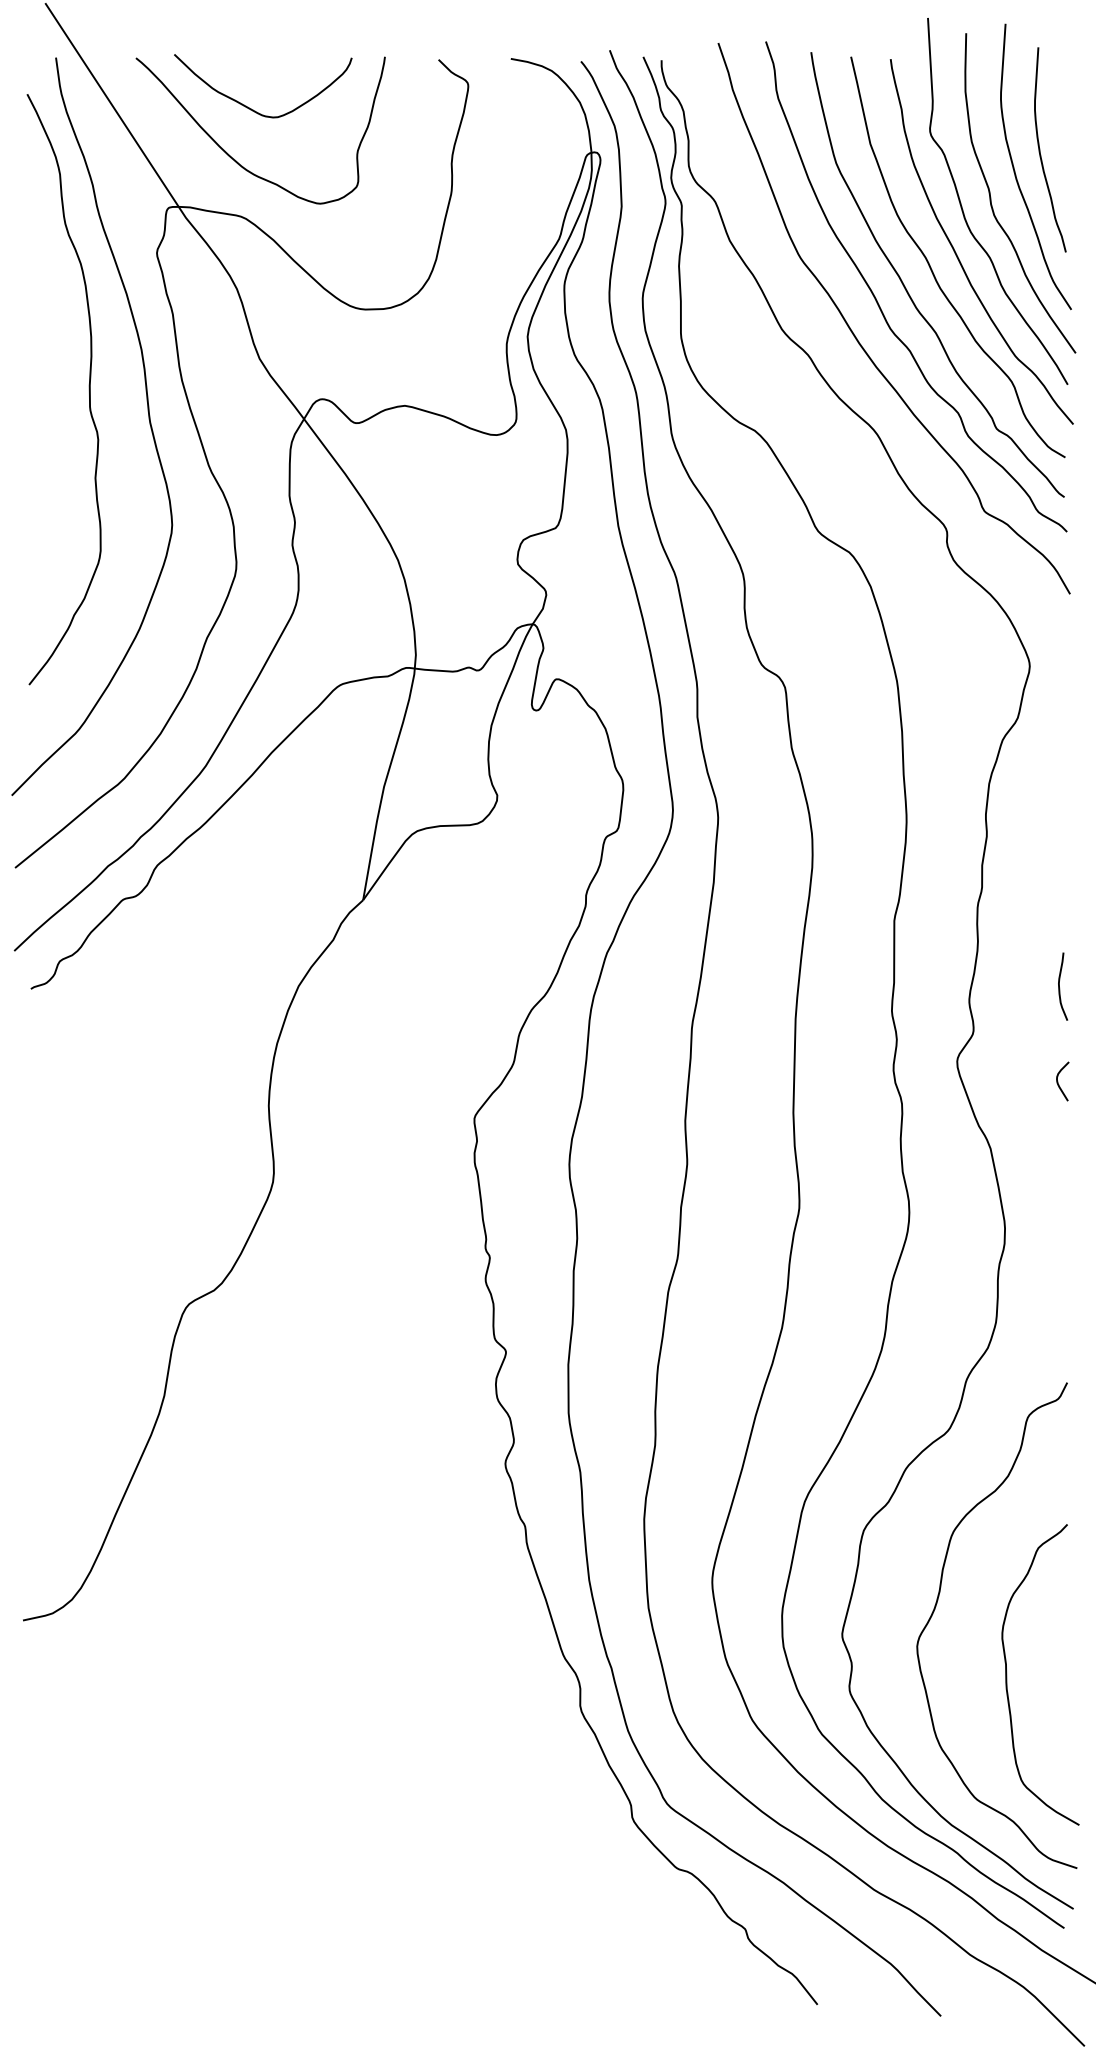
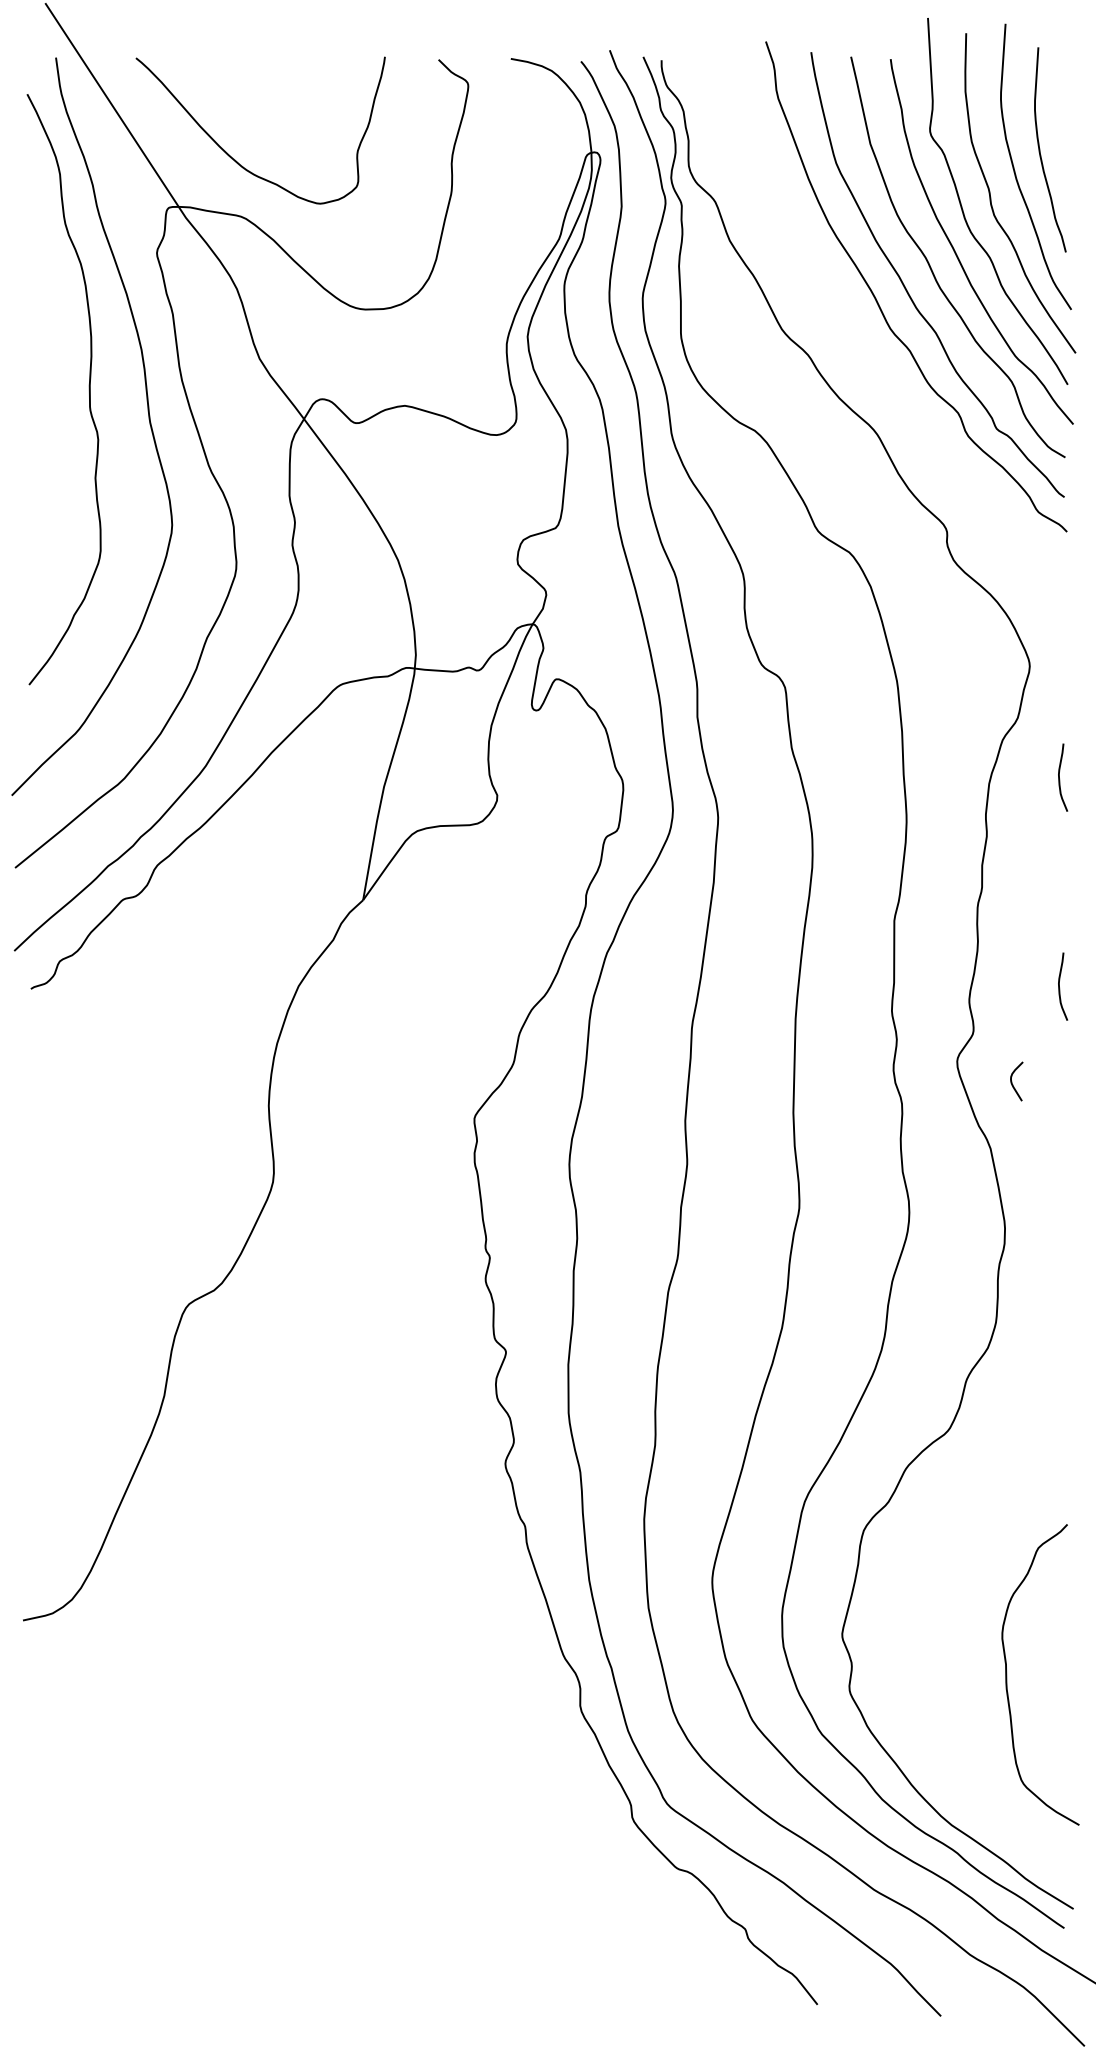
curve at (251, 108): present -> none
curve at (859, 341): present -> none
curve at (1060, 779): none -> present
curve at (1058, 1081) position: (1058, 1081) -> (1012, 1081)
curve at (936, 1606): present -> none
